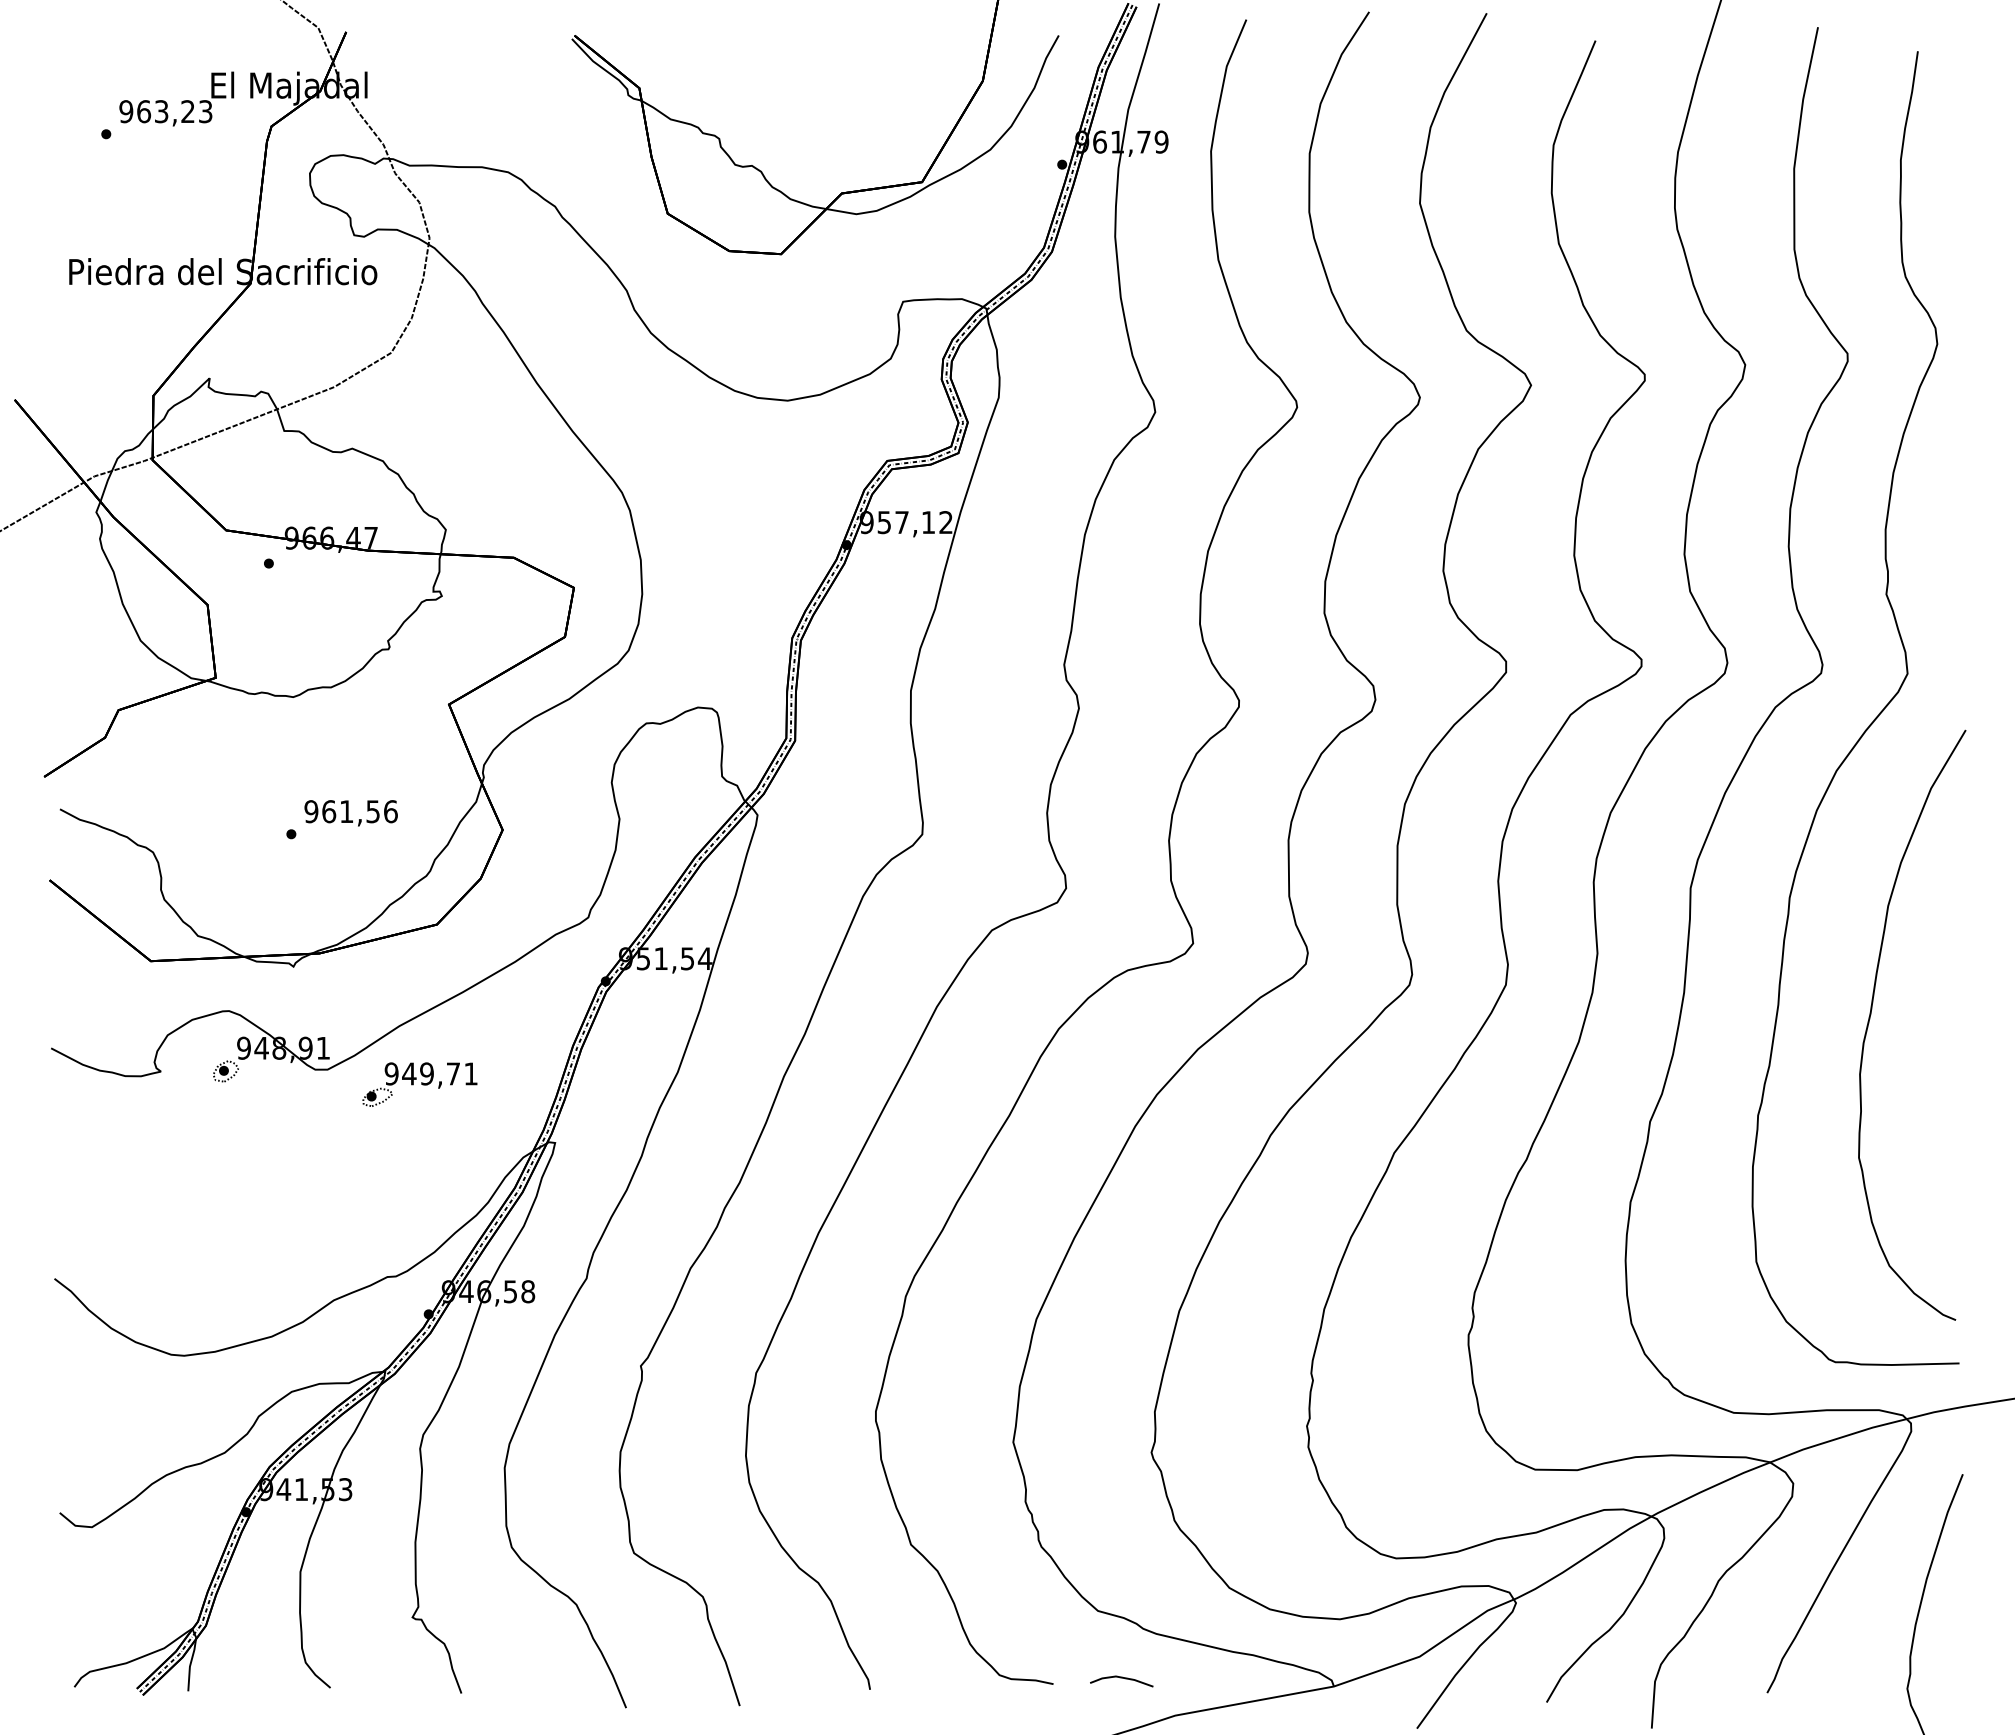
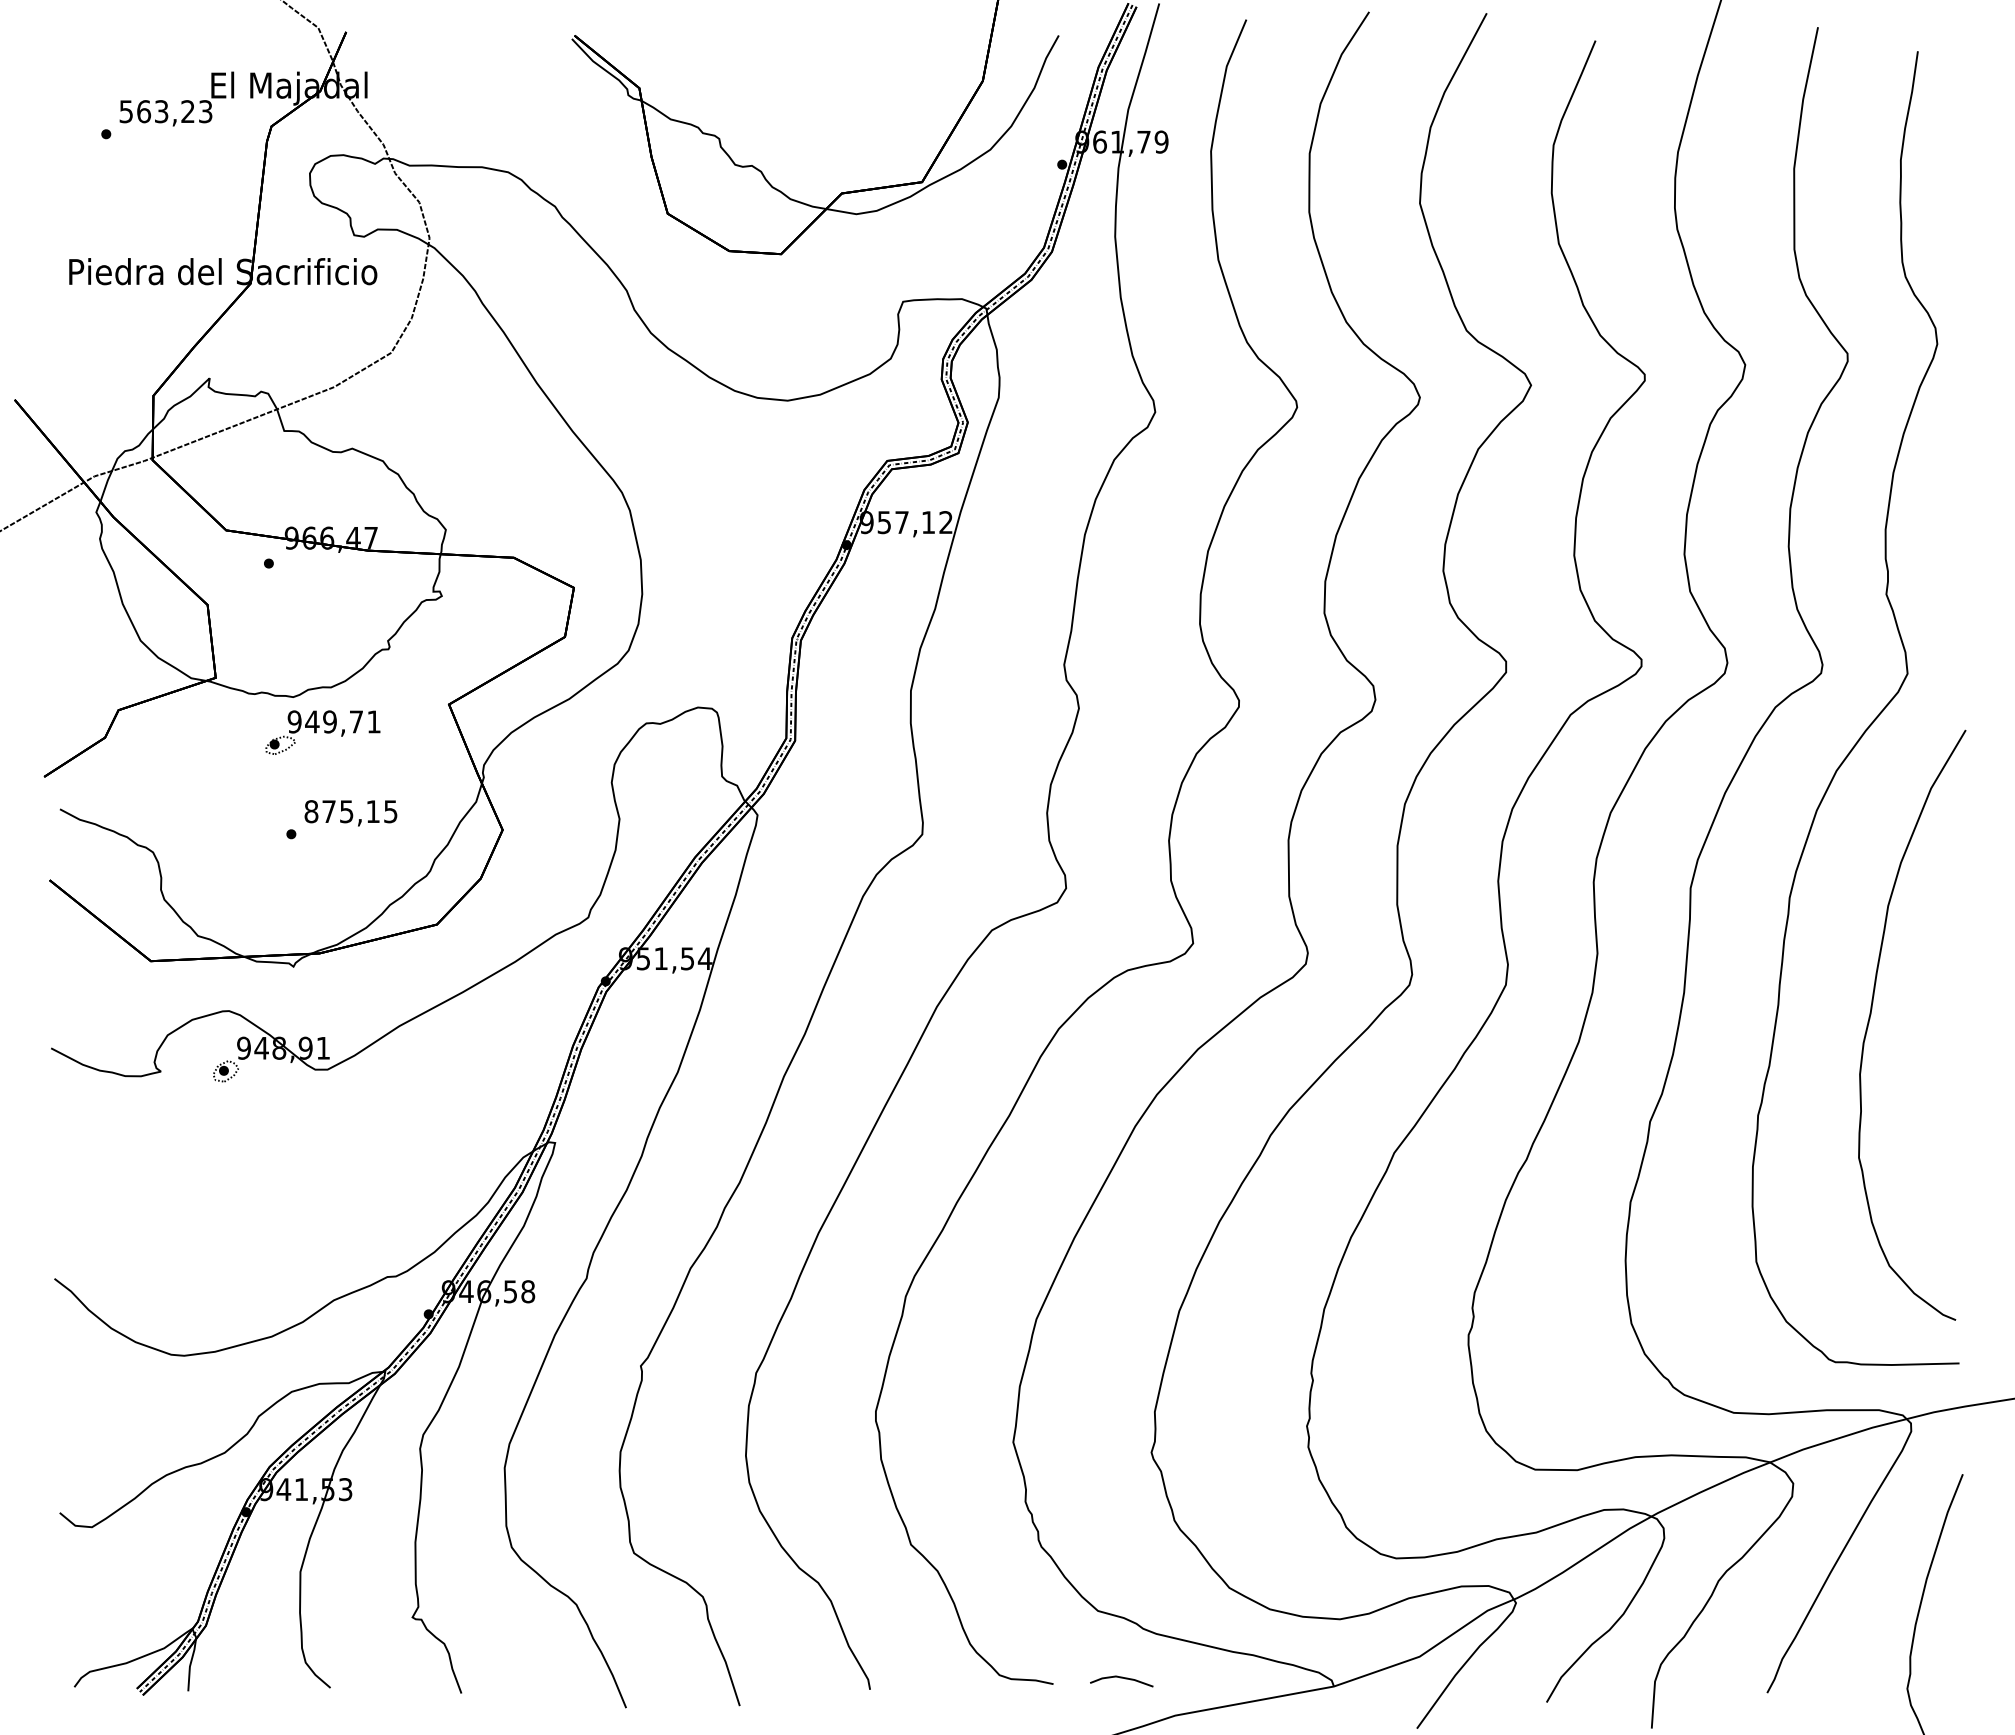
text at (126, 111): 963,23 -> 563,23
text at (350, 811): 961,56 -> 875,15
part at (419, 1084) position: (419, 1084) -> (322, 732)
